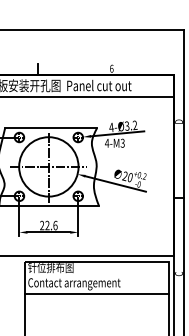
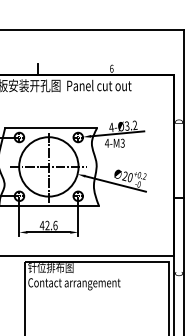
line at (87, 97): present -> none
text at (41, 225): 22.6 -> 42.6
line at (96, 293): present -> none
